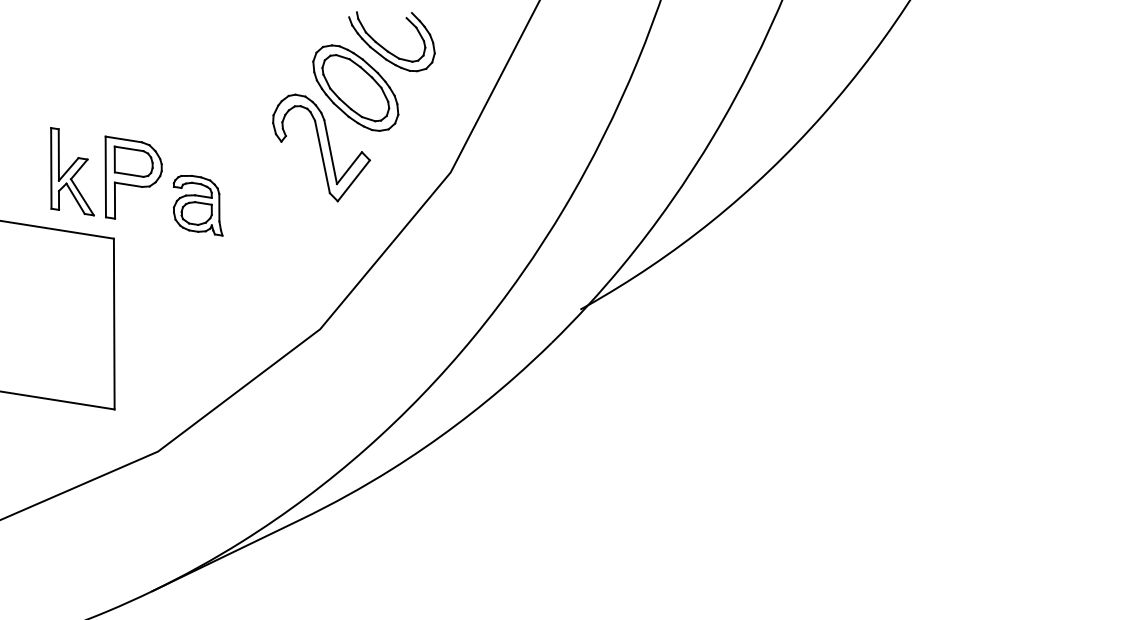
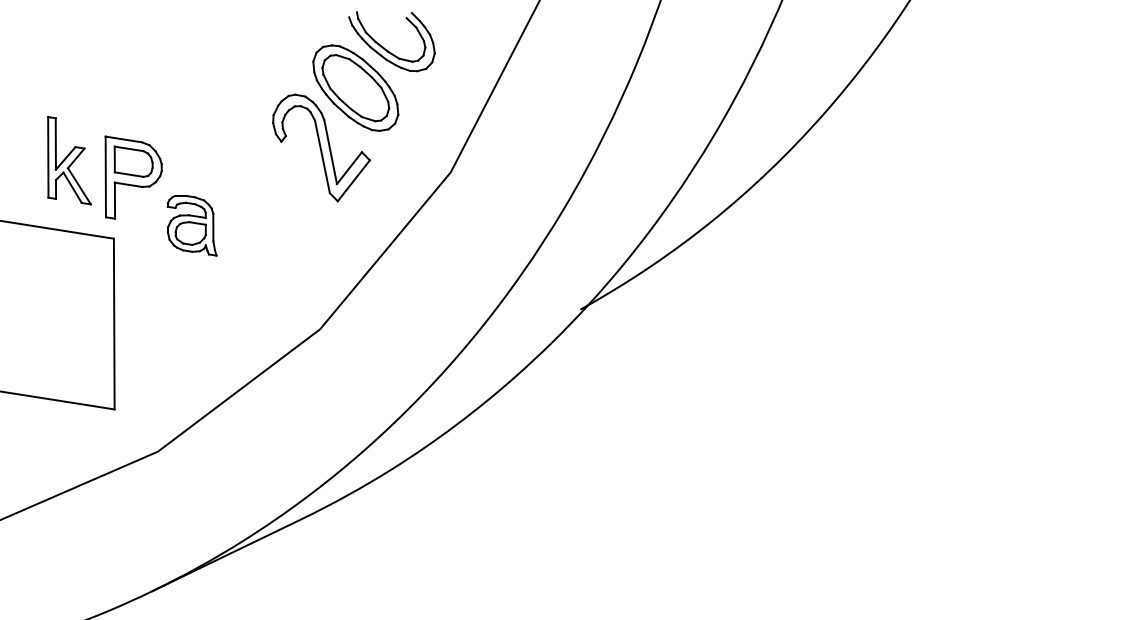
part at (72, 171) position: (72, 171) -> (69, 160)
part at (197, 205) position: (197, 205) -> (191, 225)
